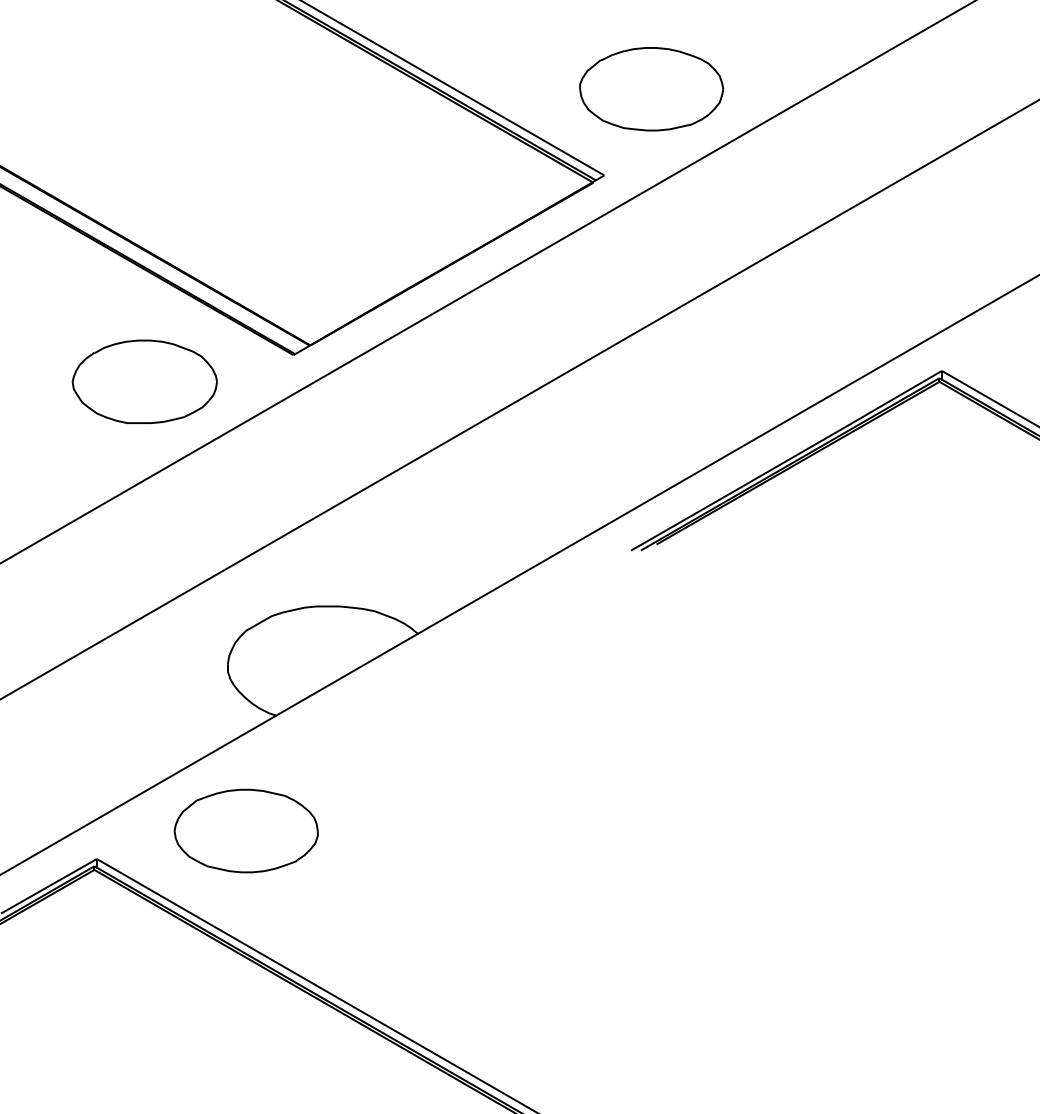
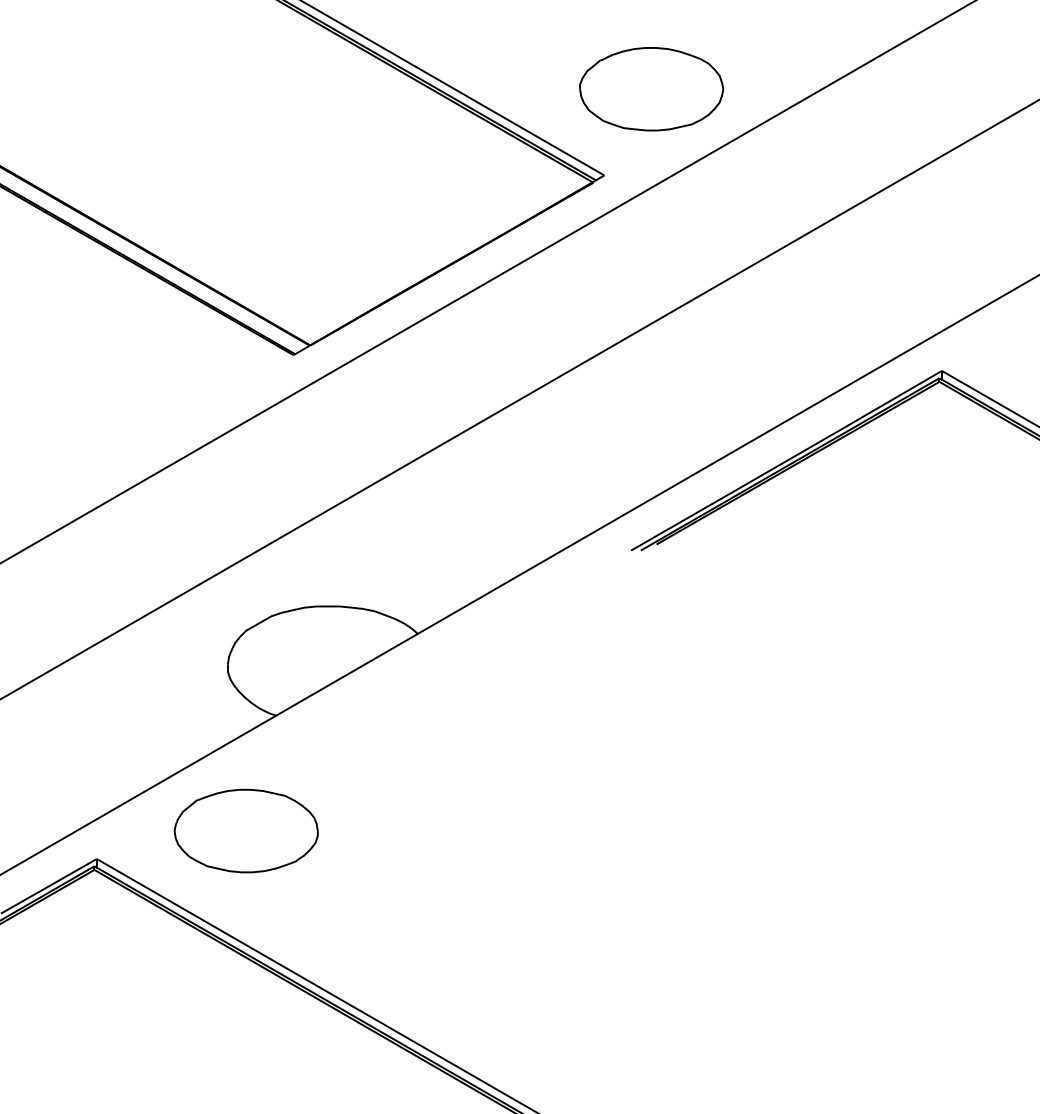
part at (144, 381): present -> none
